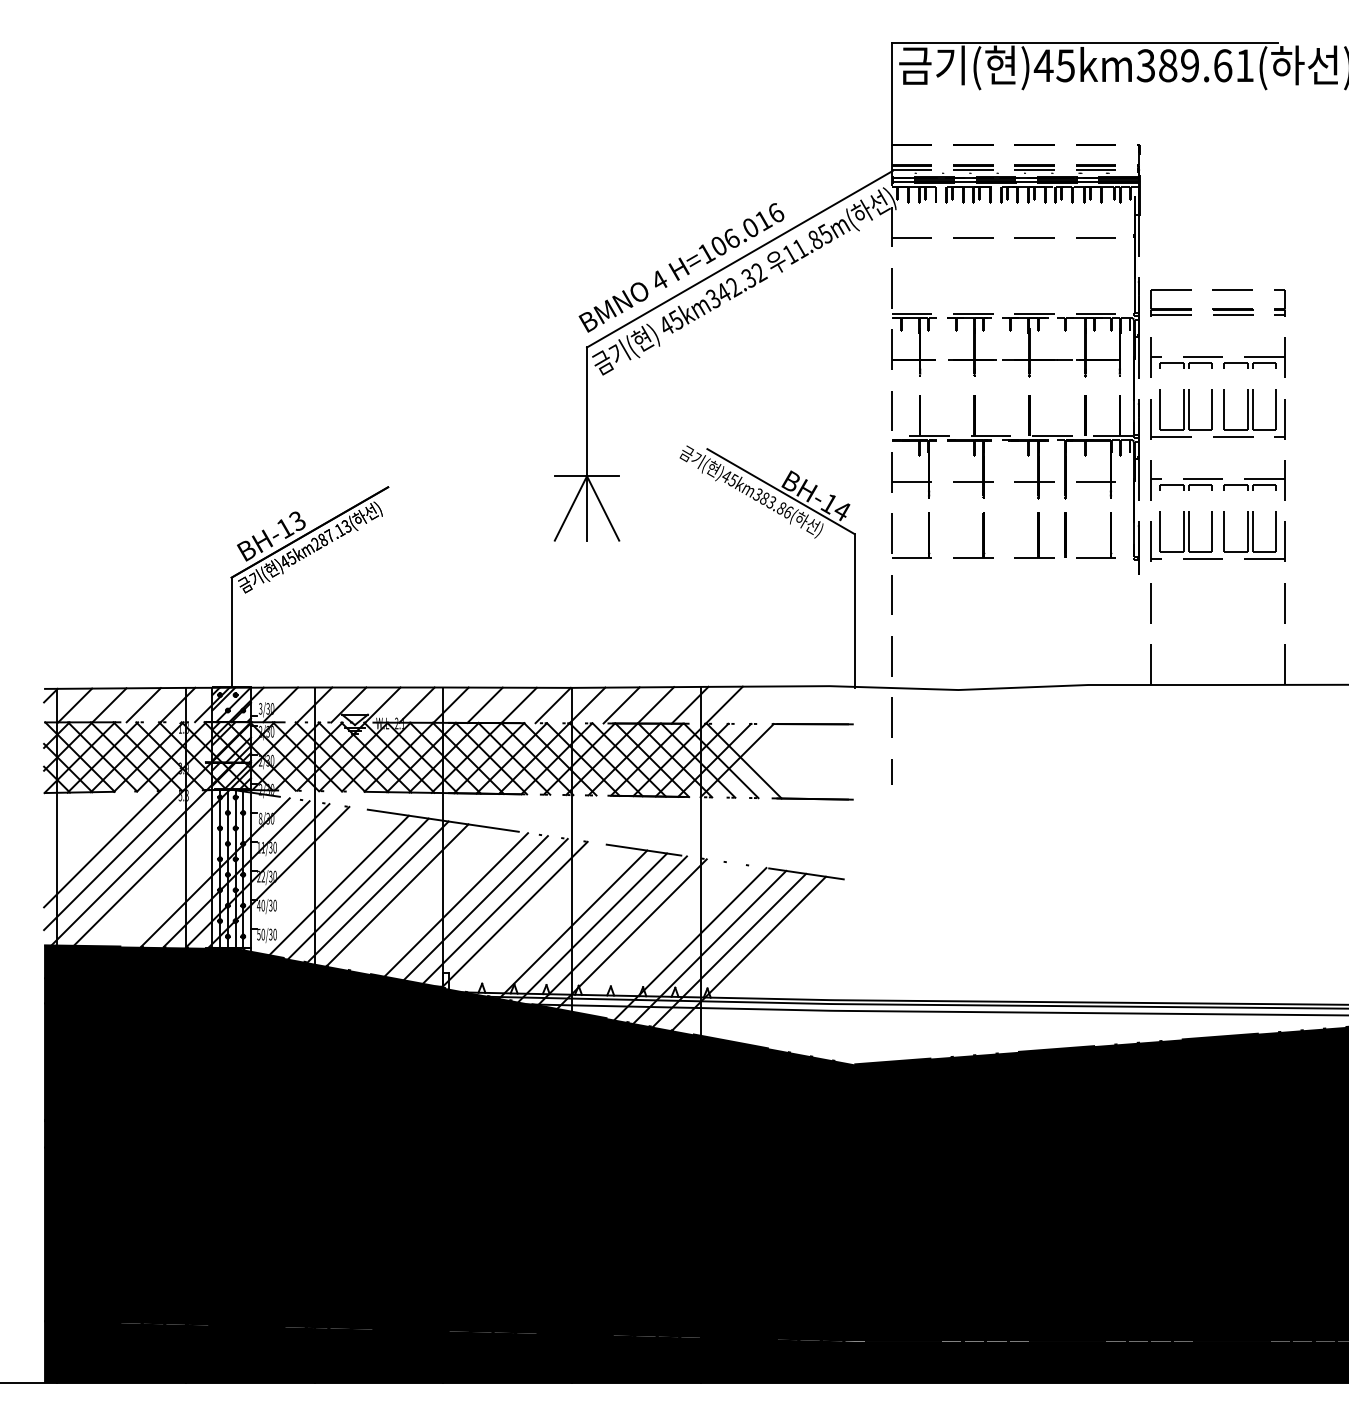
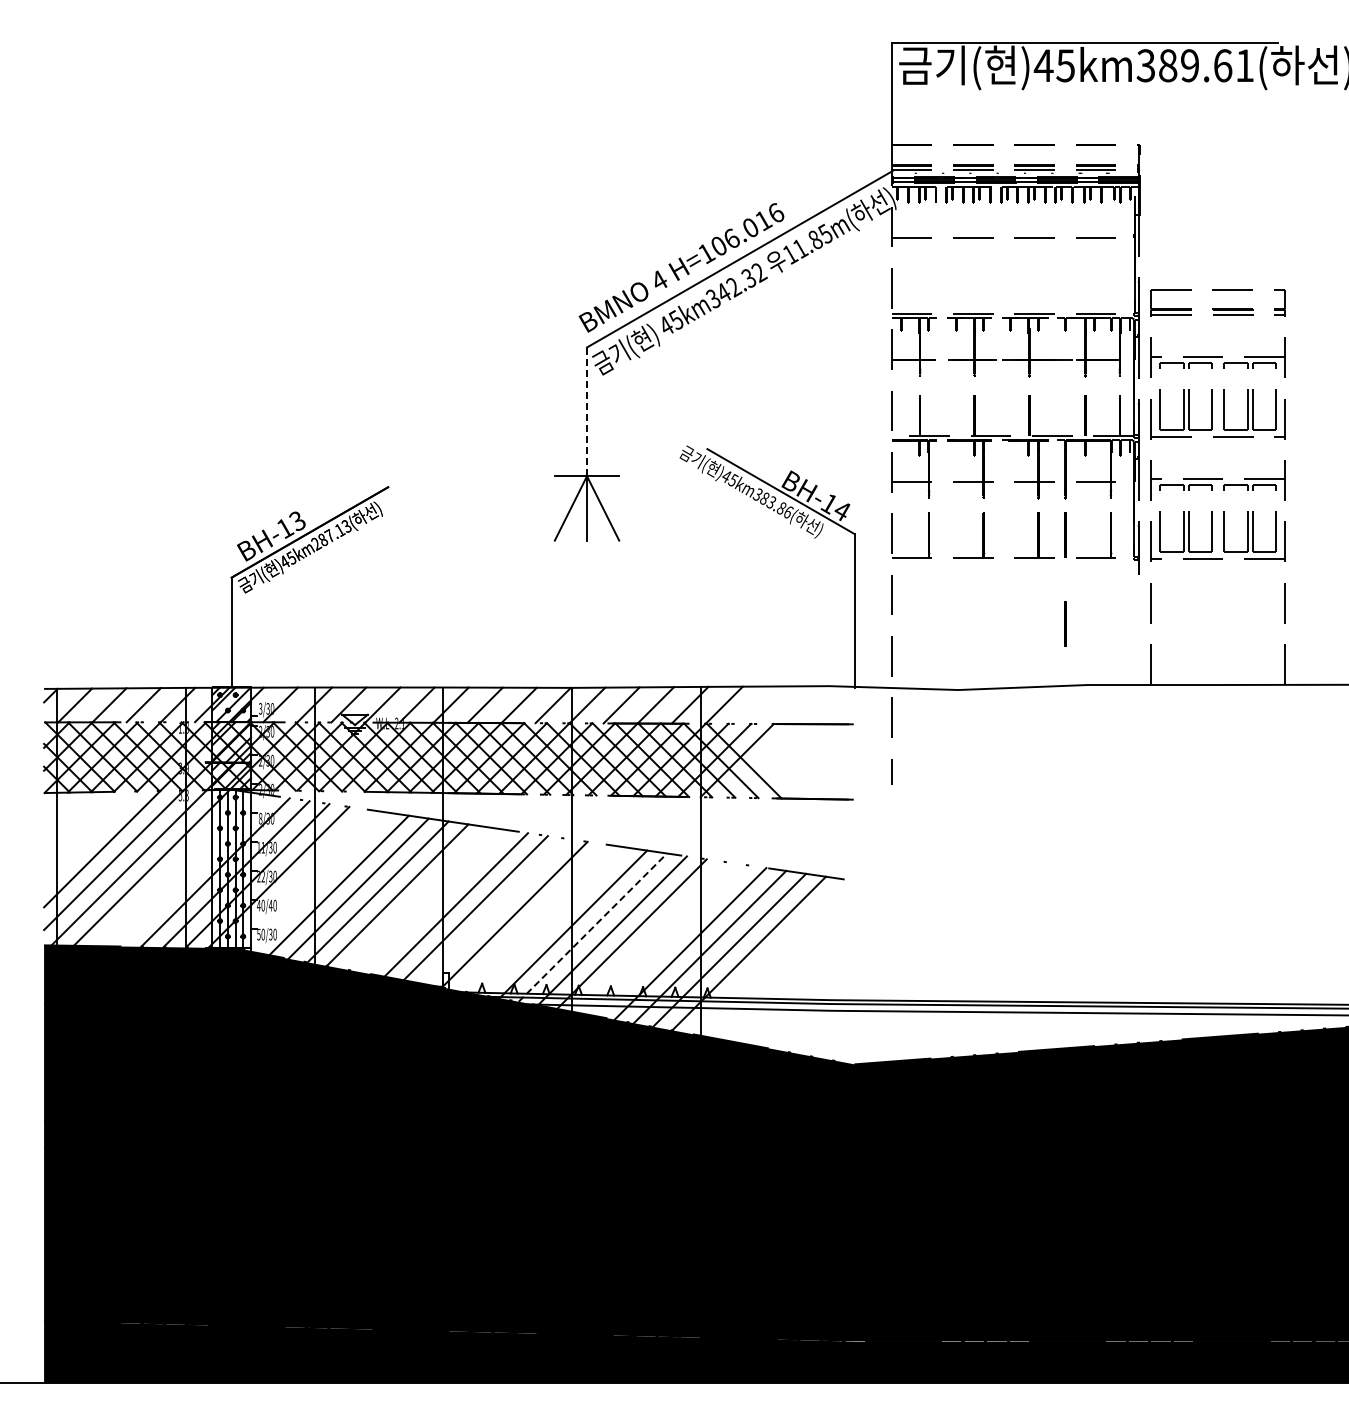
line at (587, 411): solid -> dashed
line at (1065, 623): none -> present
text at (270, 905): 40/30 -> 40/40
line at (494, 910): present -> none
line at (592, 927): solid -> dashed
